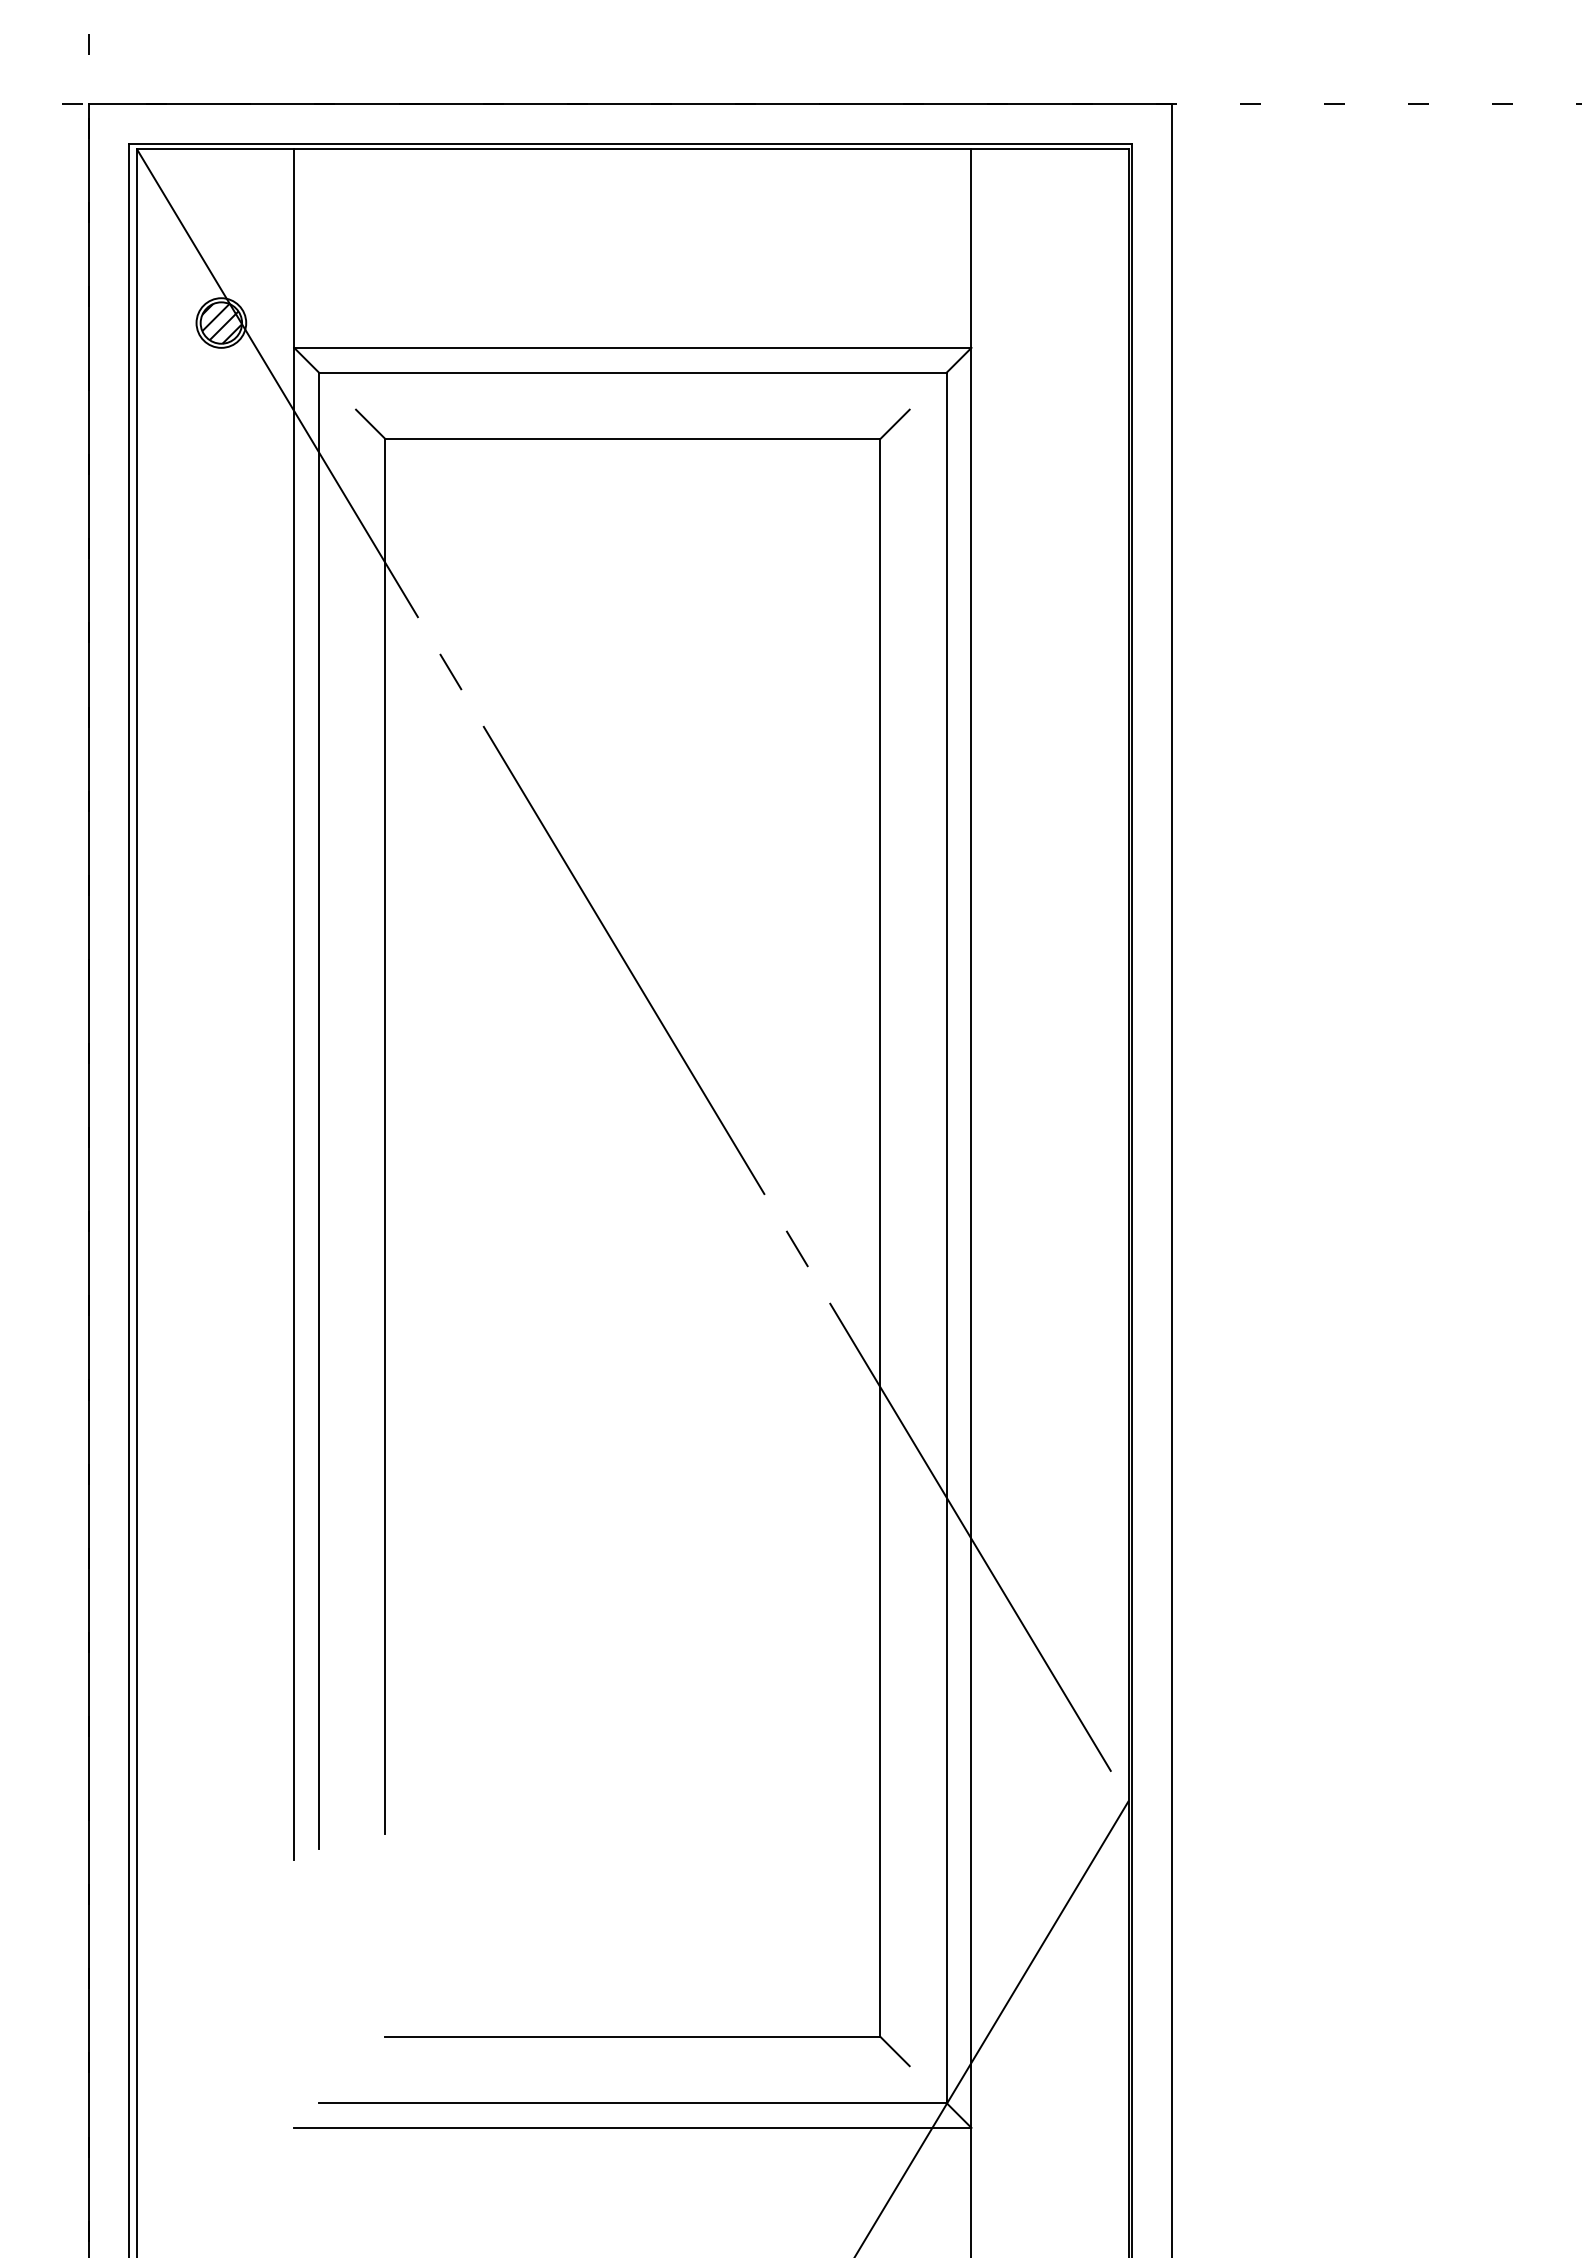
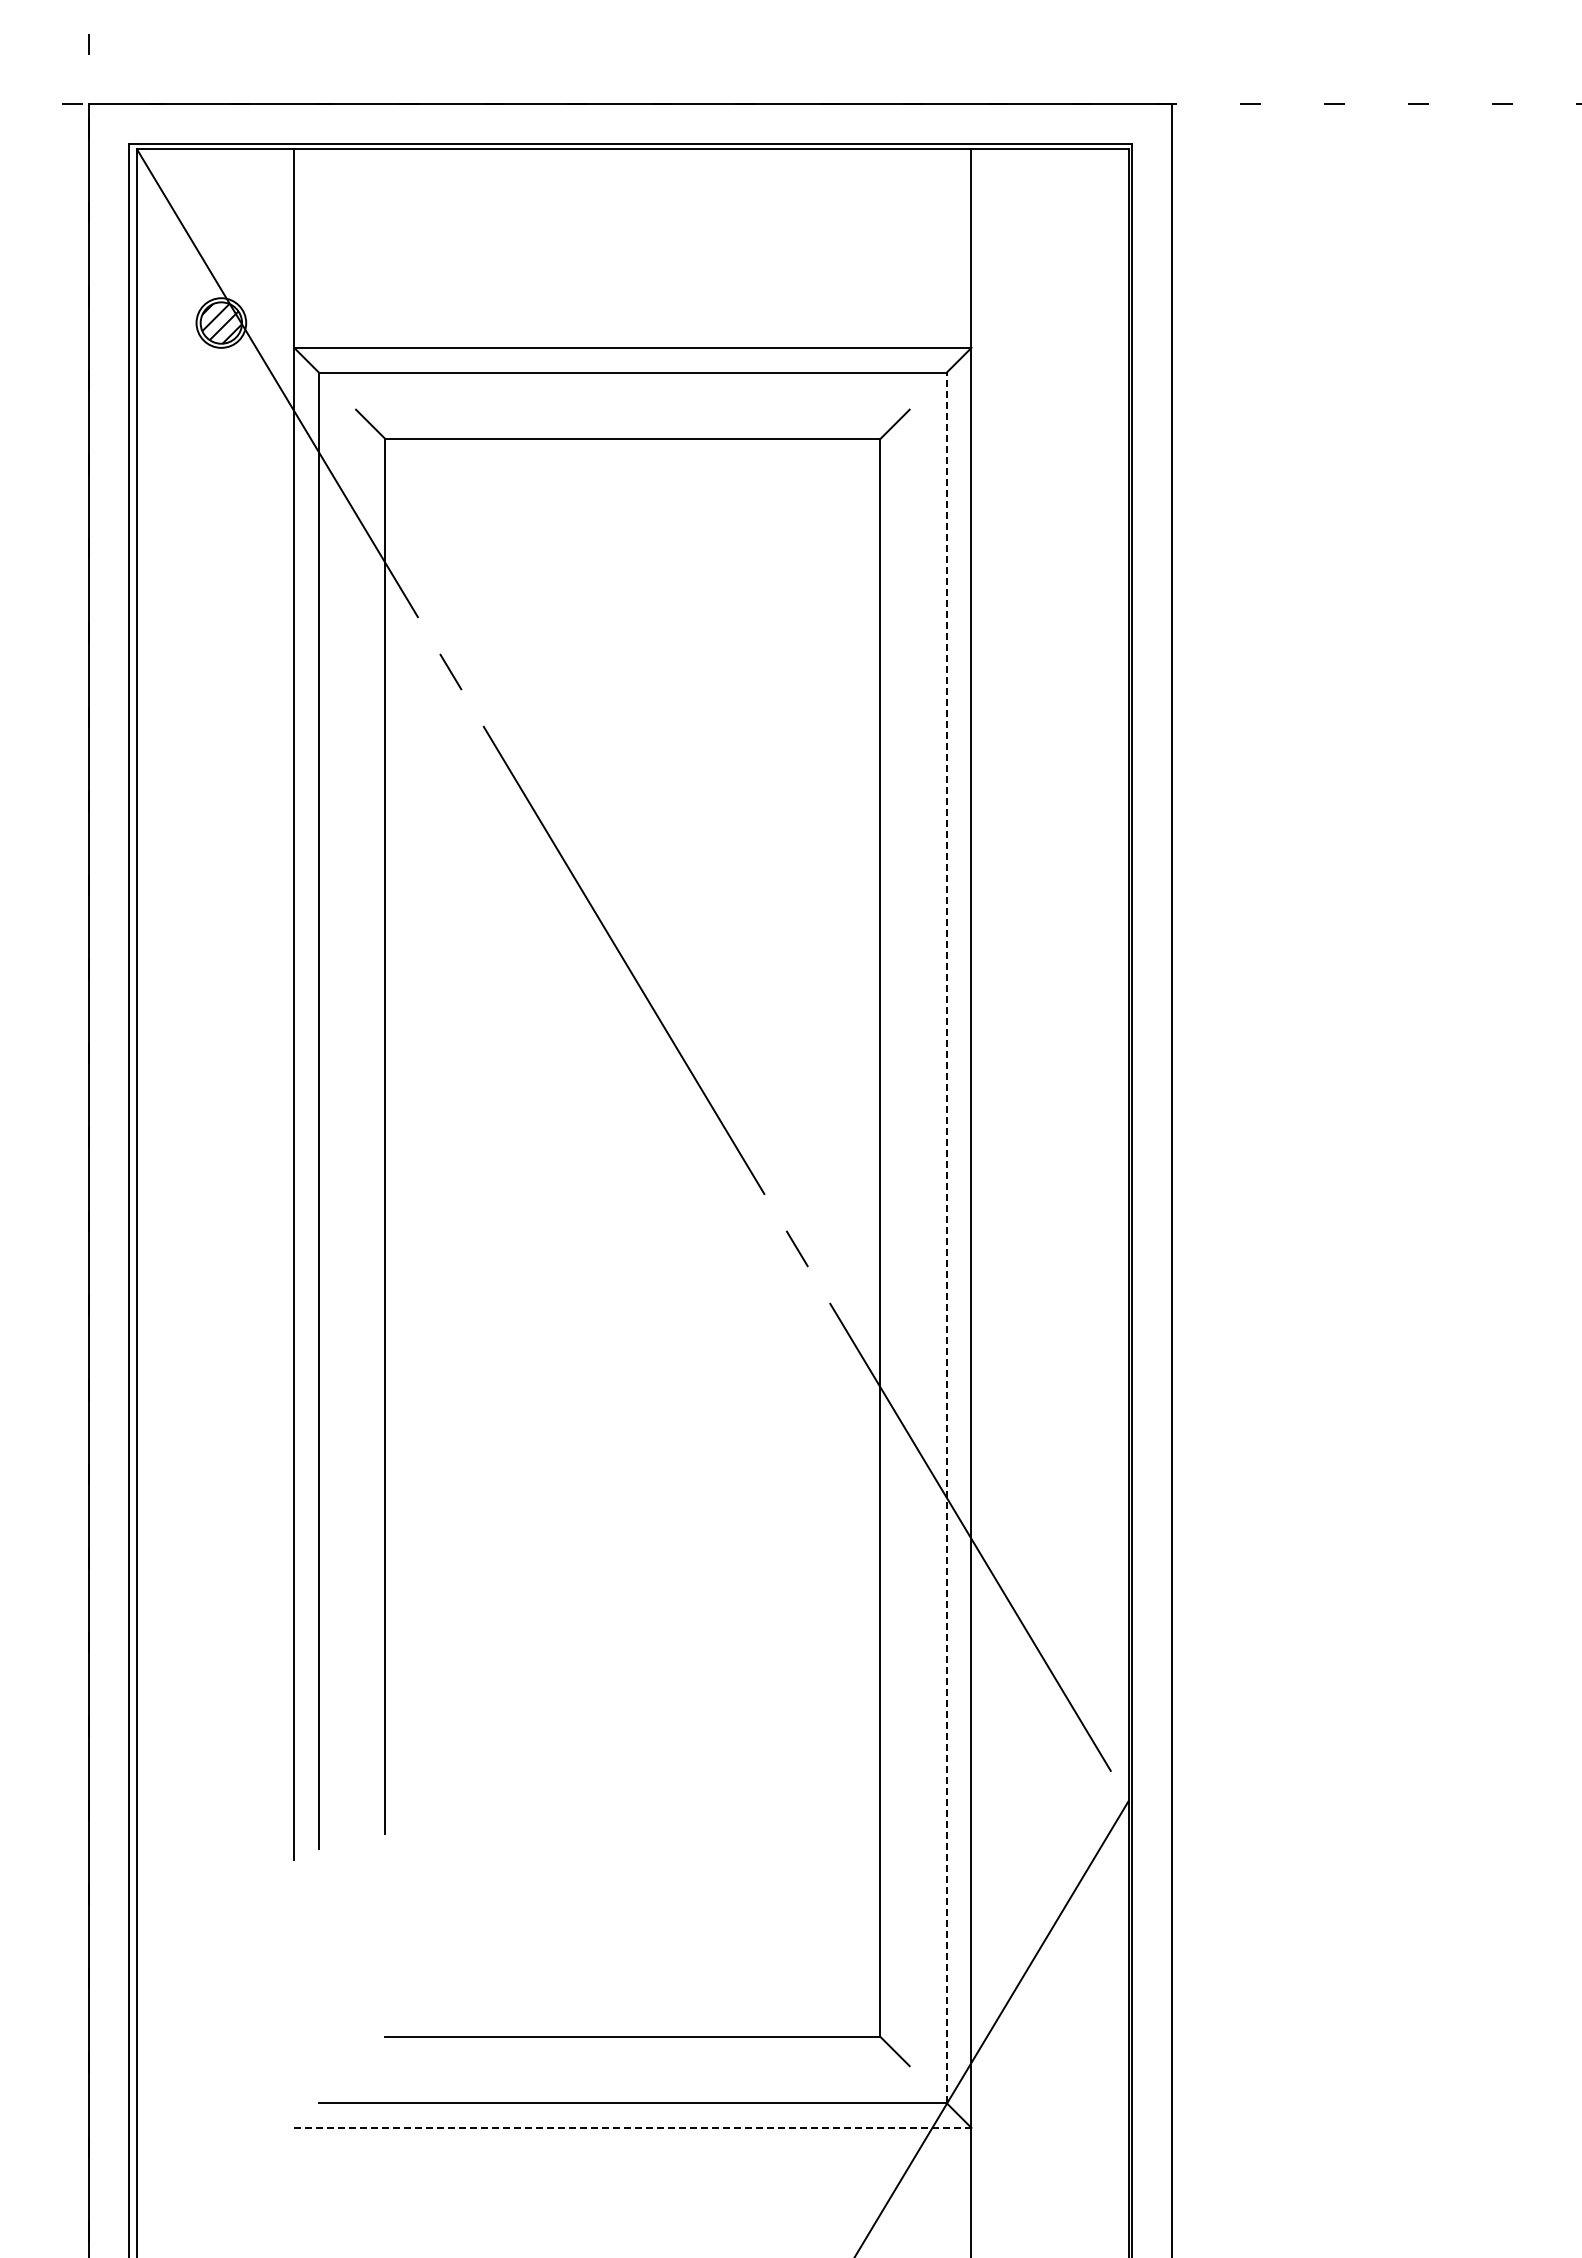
line at (946, 1237): solid -> dashed
line at (632, 2127): solid -> dashed
